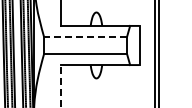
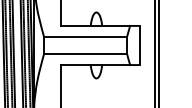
line at (85, 36): dashed -> solid
line at (61, 86): dashed -> solid
